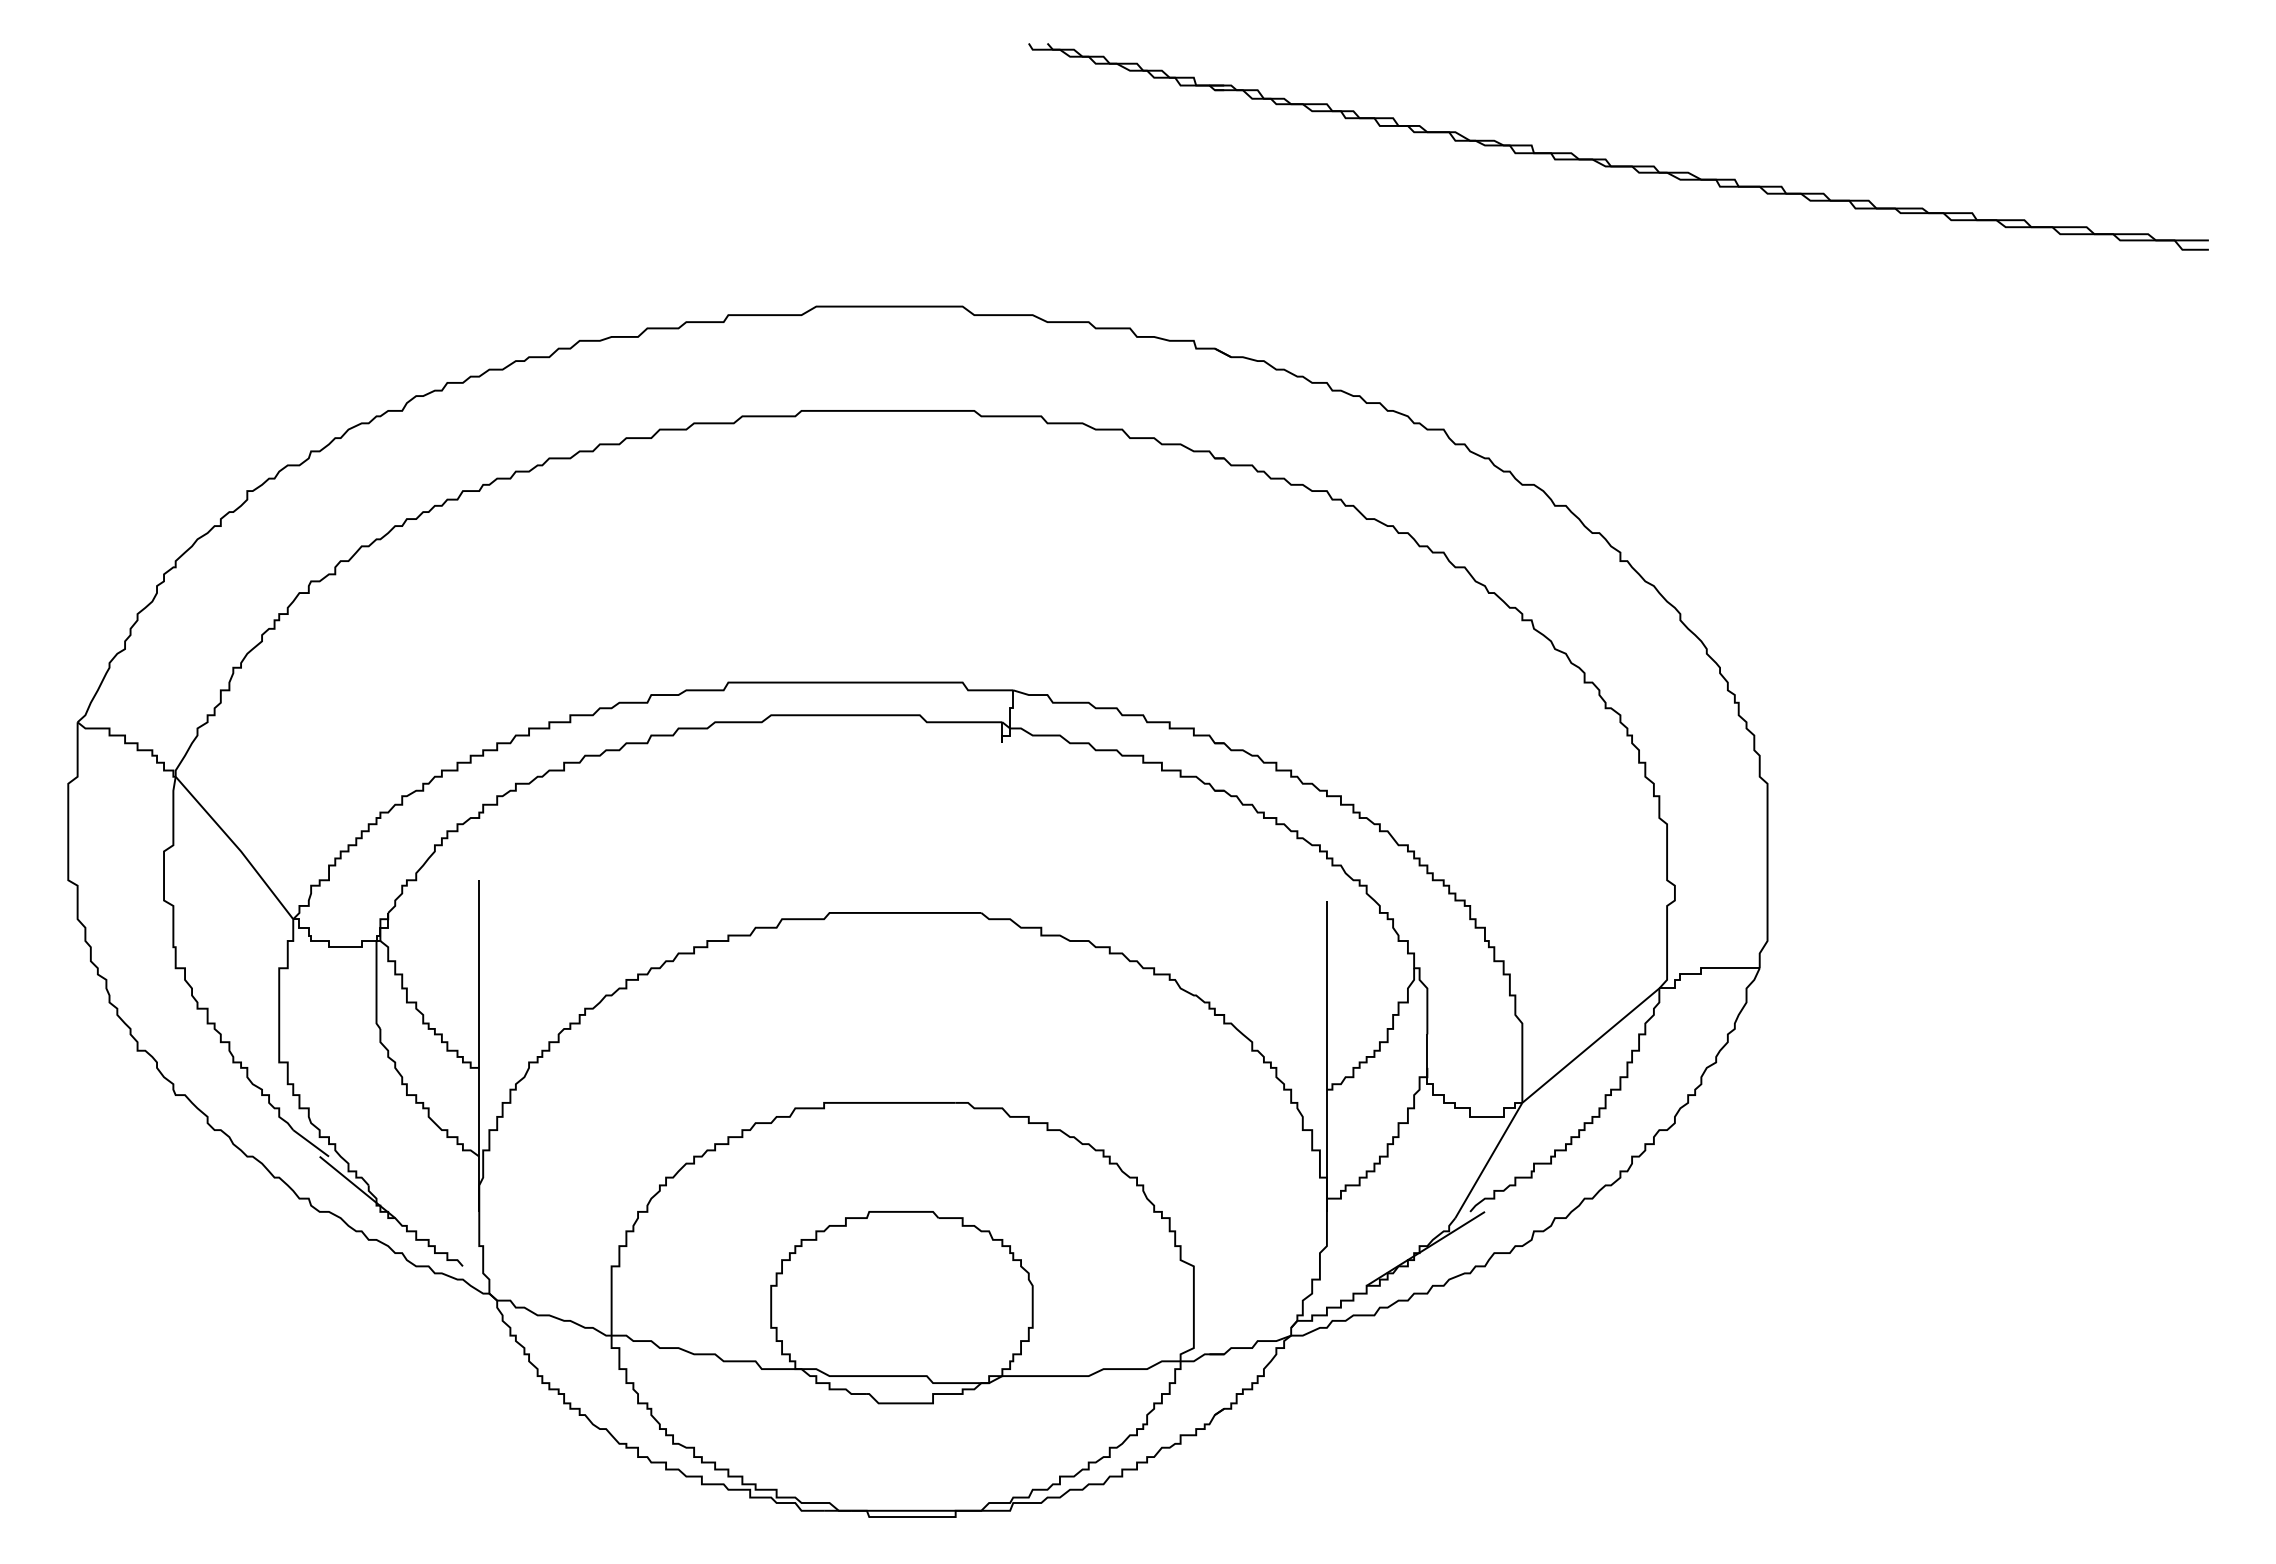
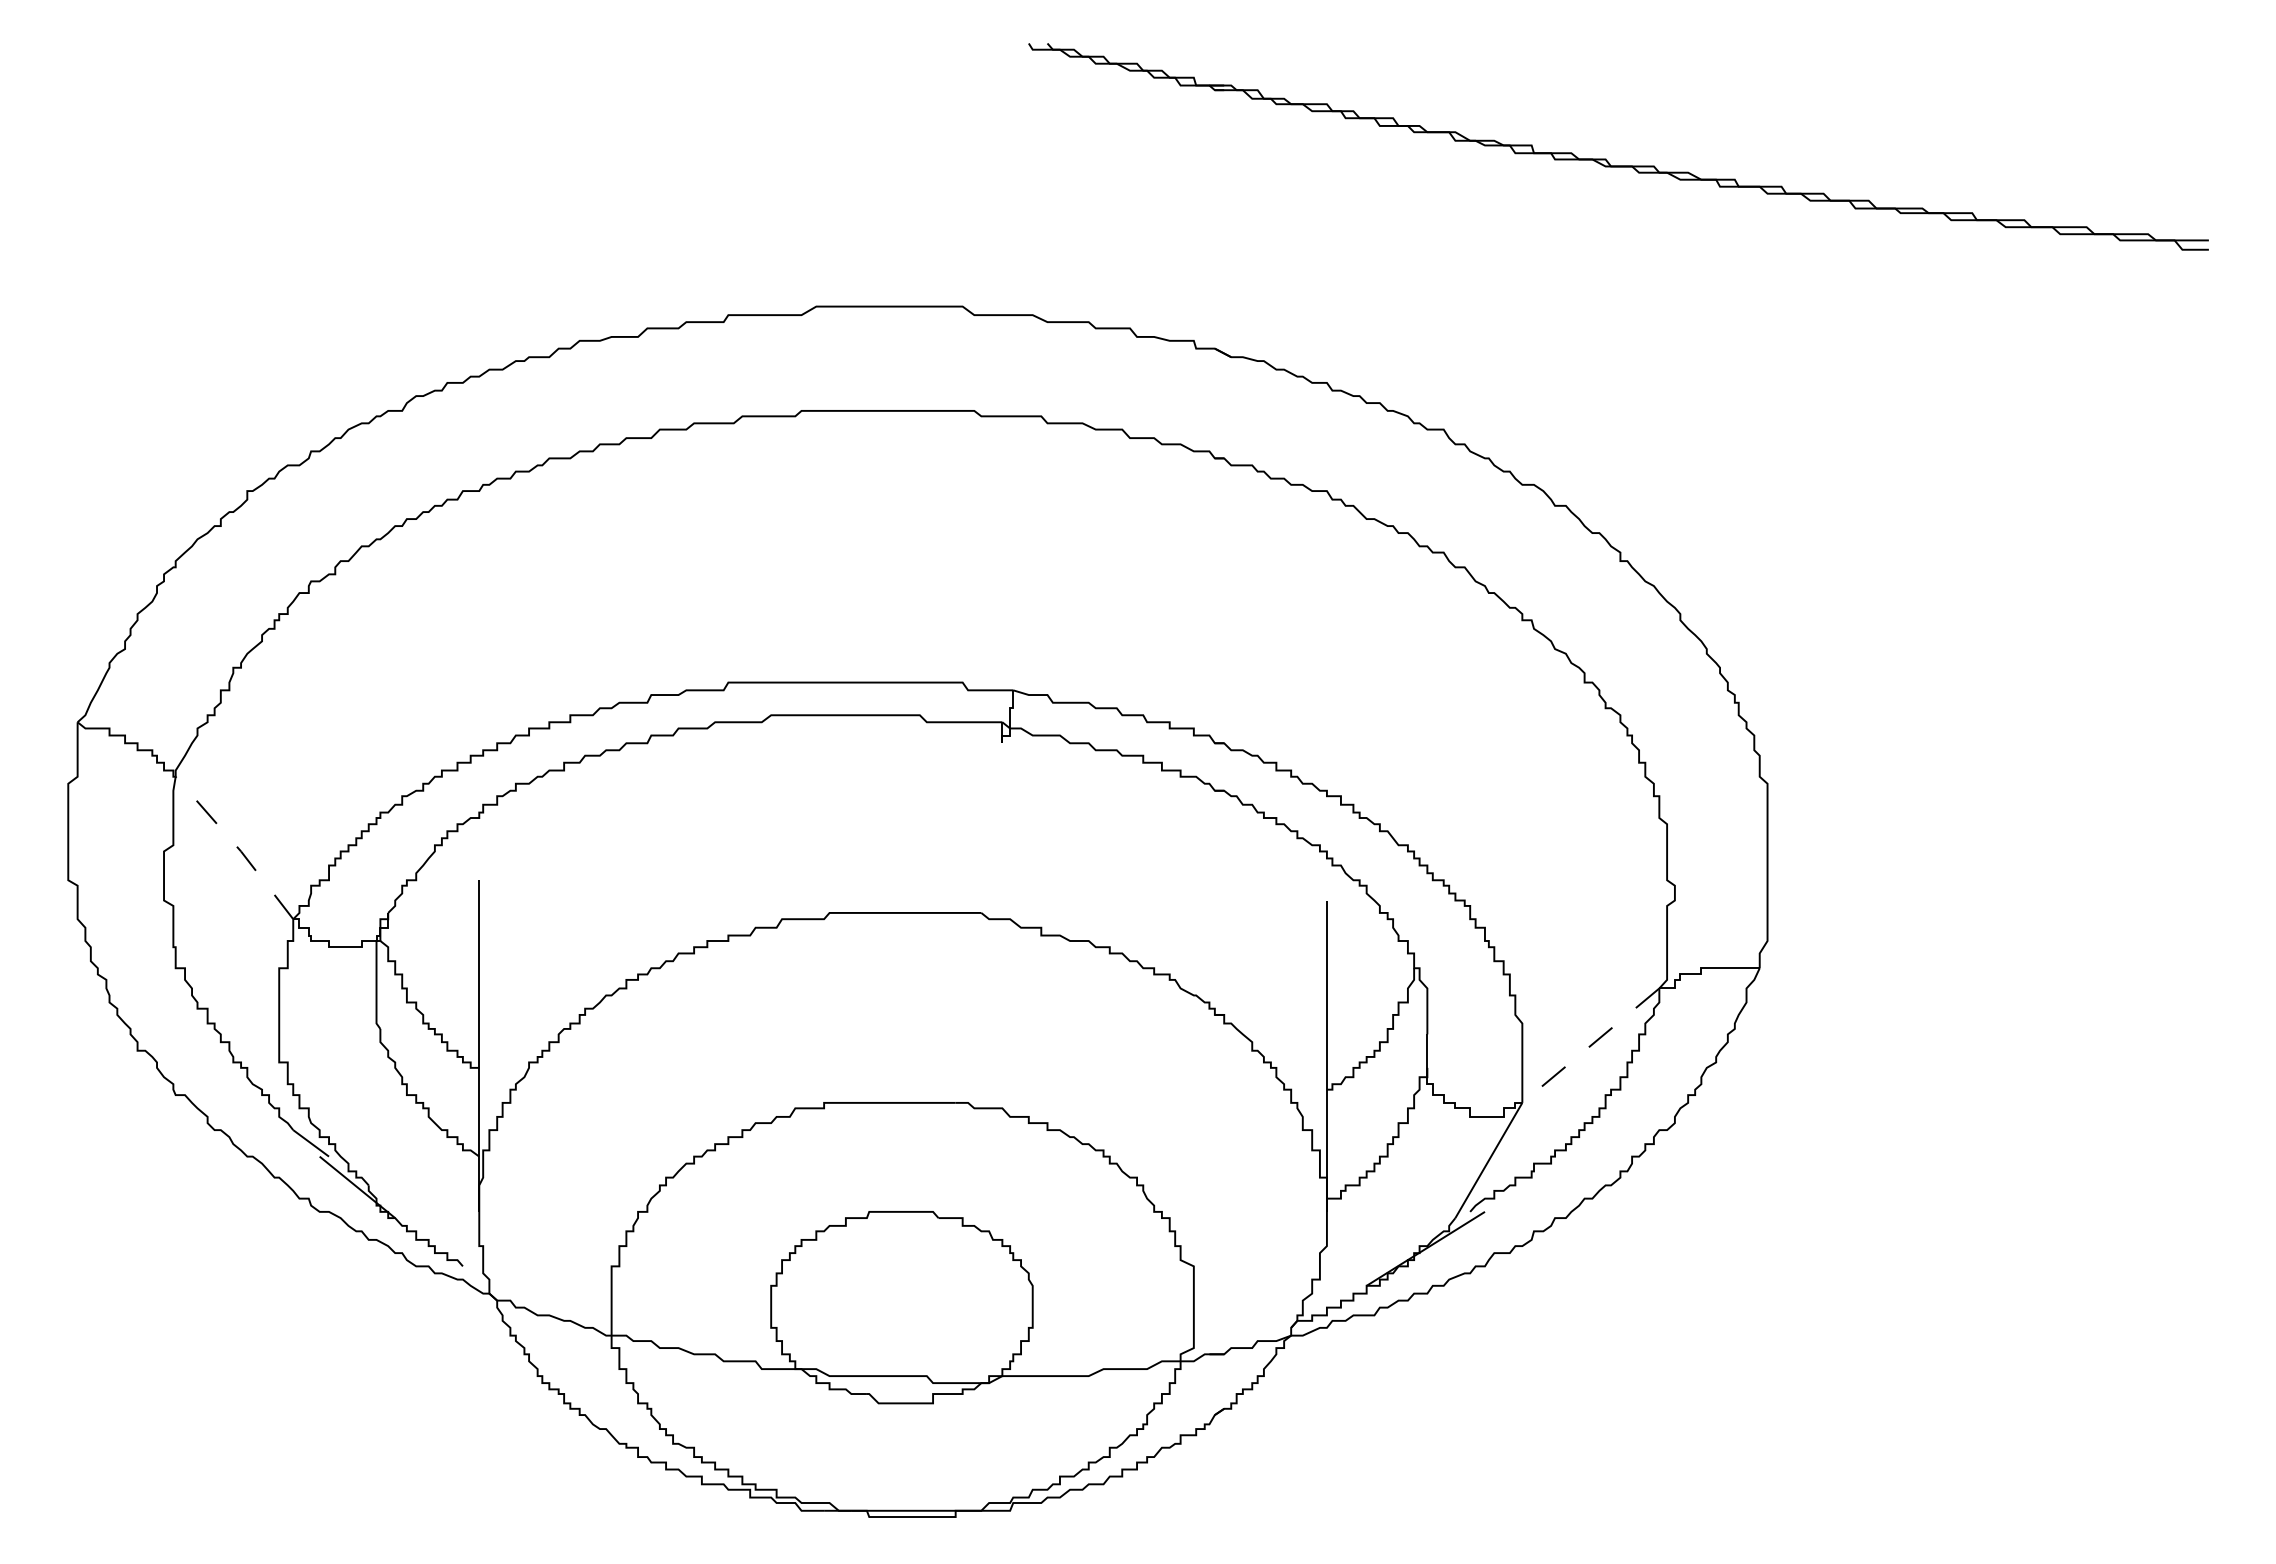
line at (236, 846): solid -> dashed
line at (1590, 1045): solid -> dashed
